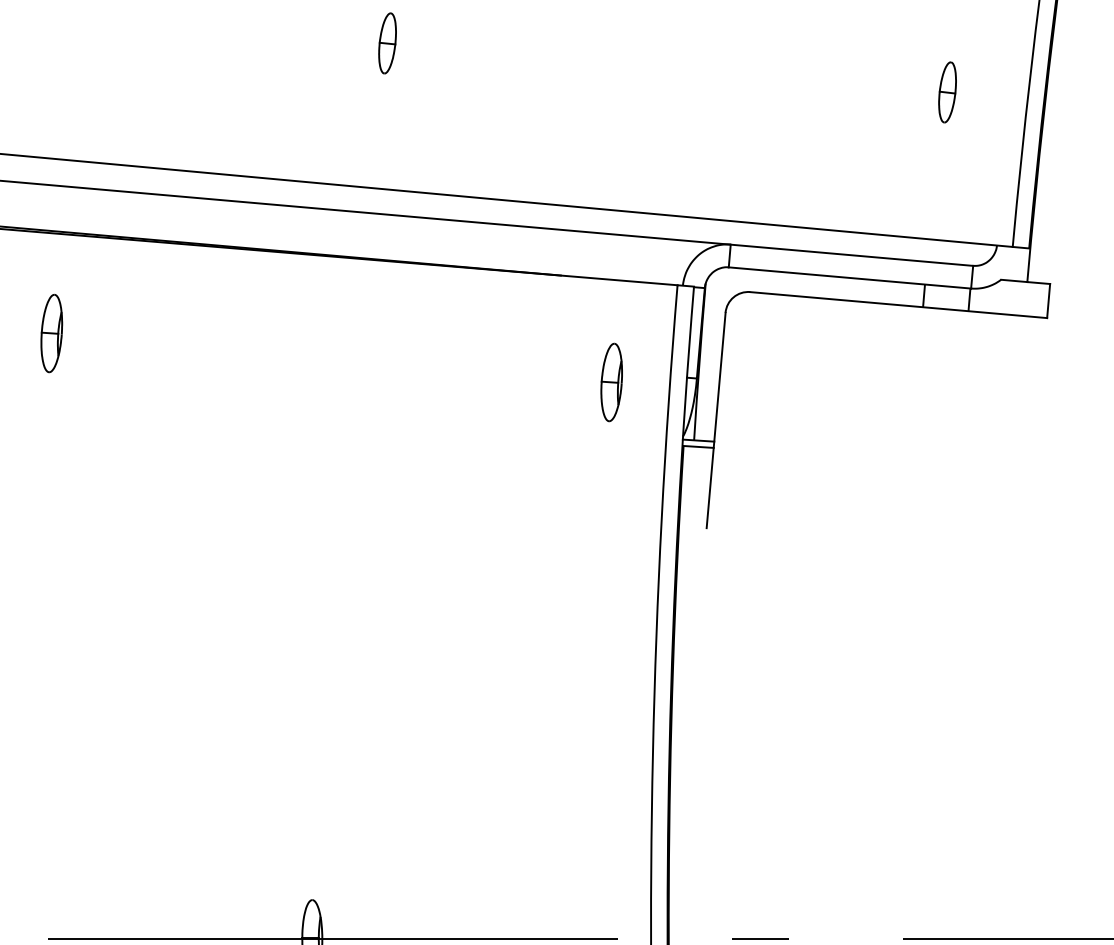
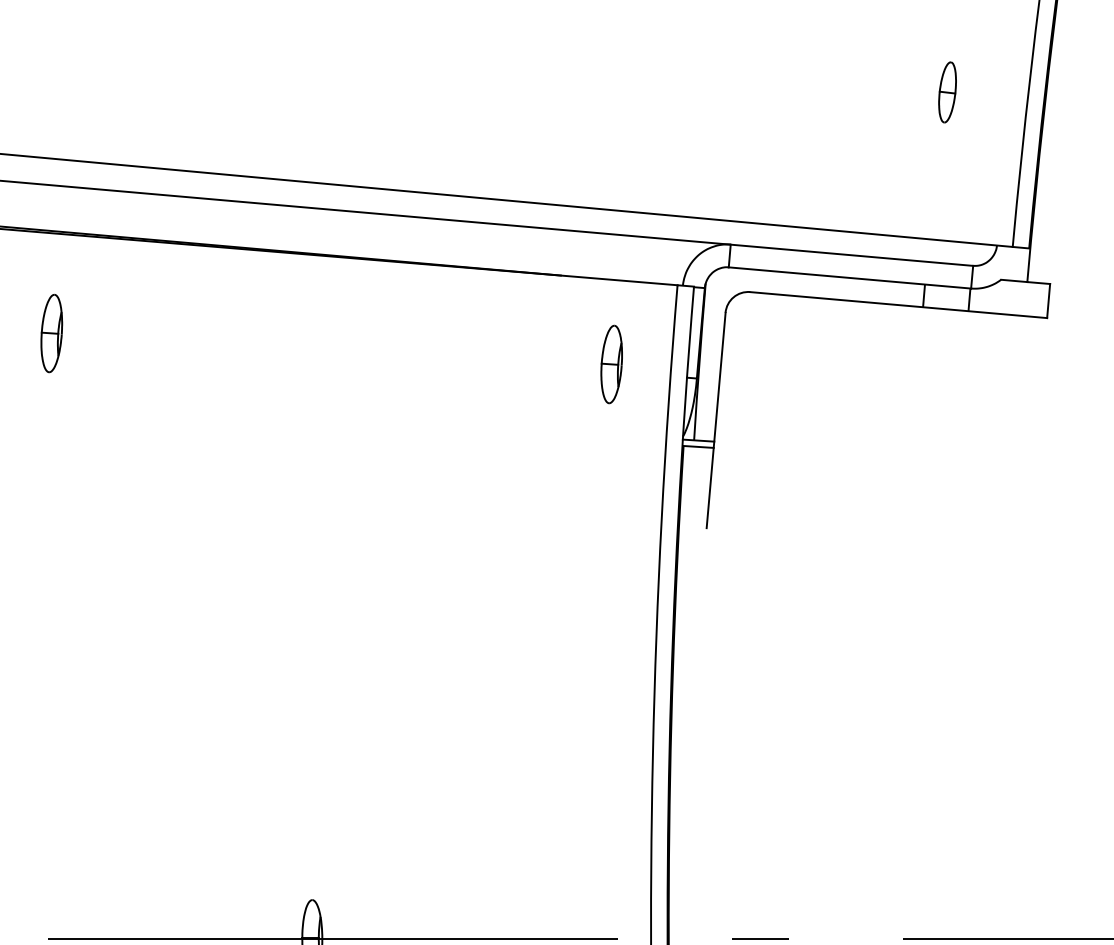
part at (387, 43): present -> none
part at (611, 382) position: (611, 382) -> (611, 364)
